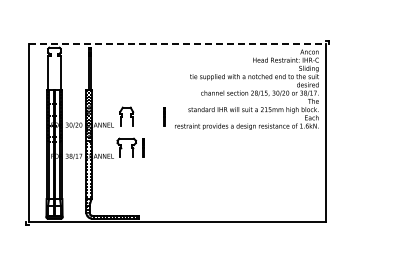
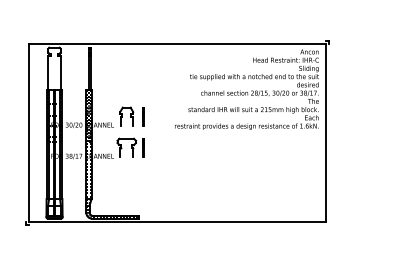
line at (178, 44): dashed -> solid
line at (164, 116) position: (164, 116) -> (143, 116)
